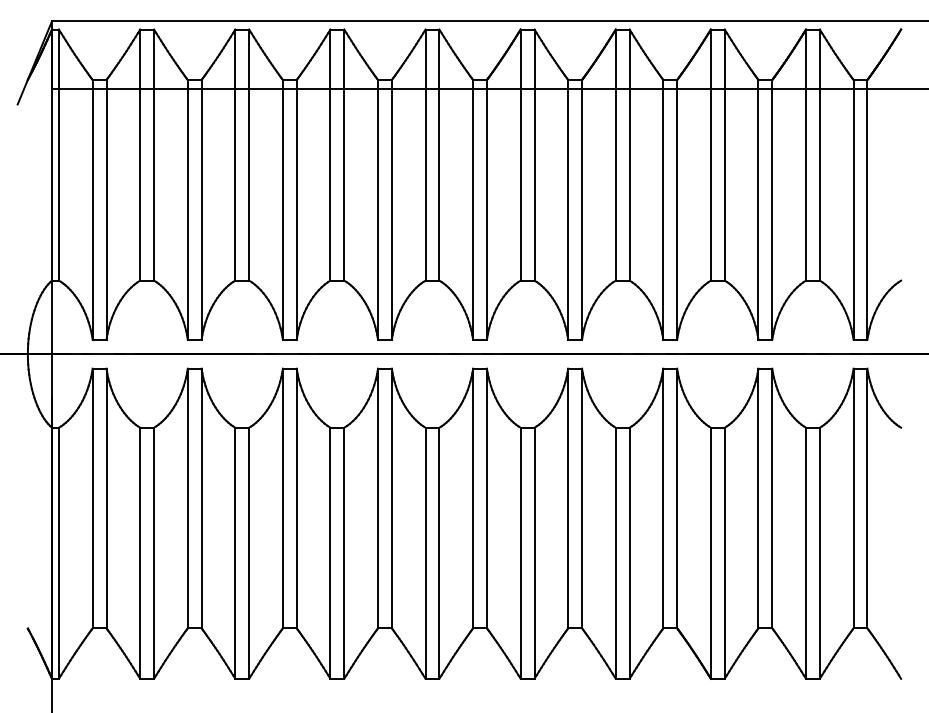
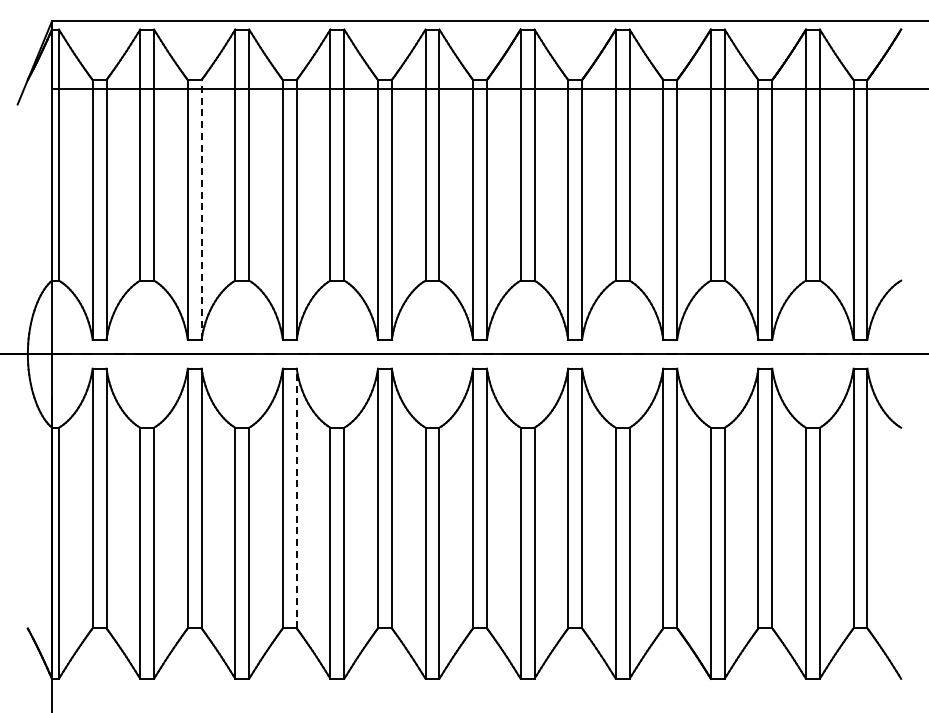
line at (201, 209): solid -> dashed
line at (296, 498): solid -> dashed
